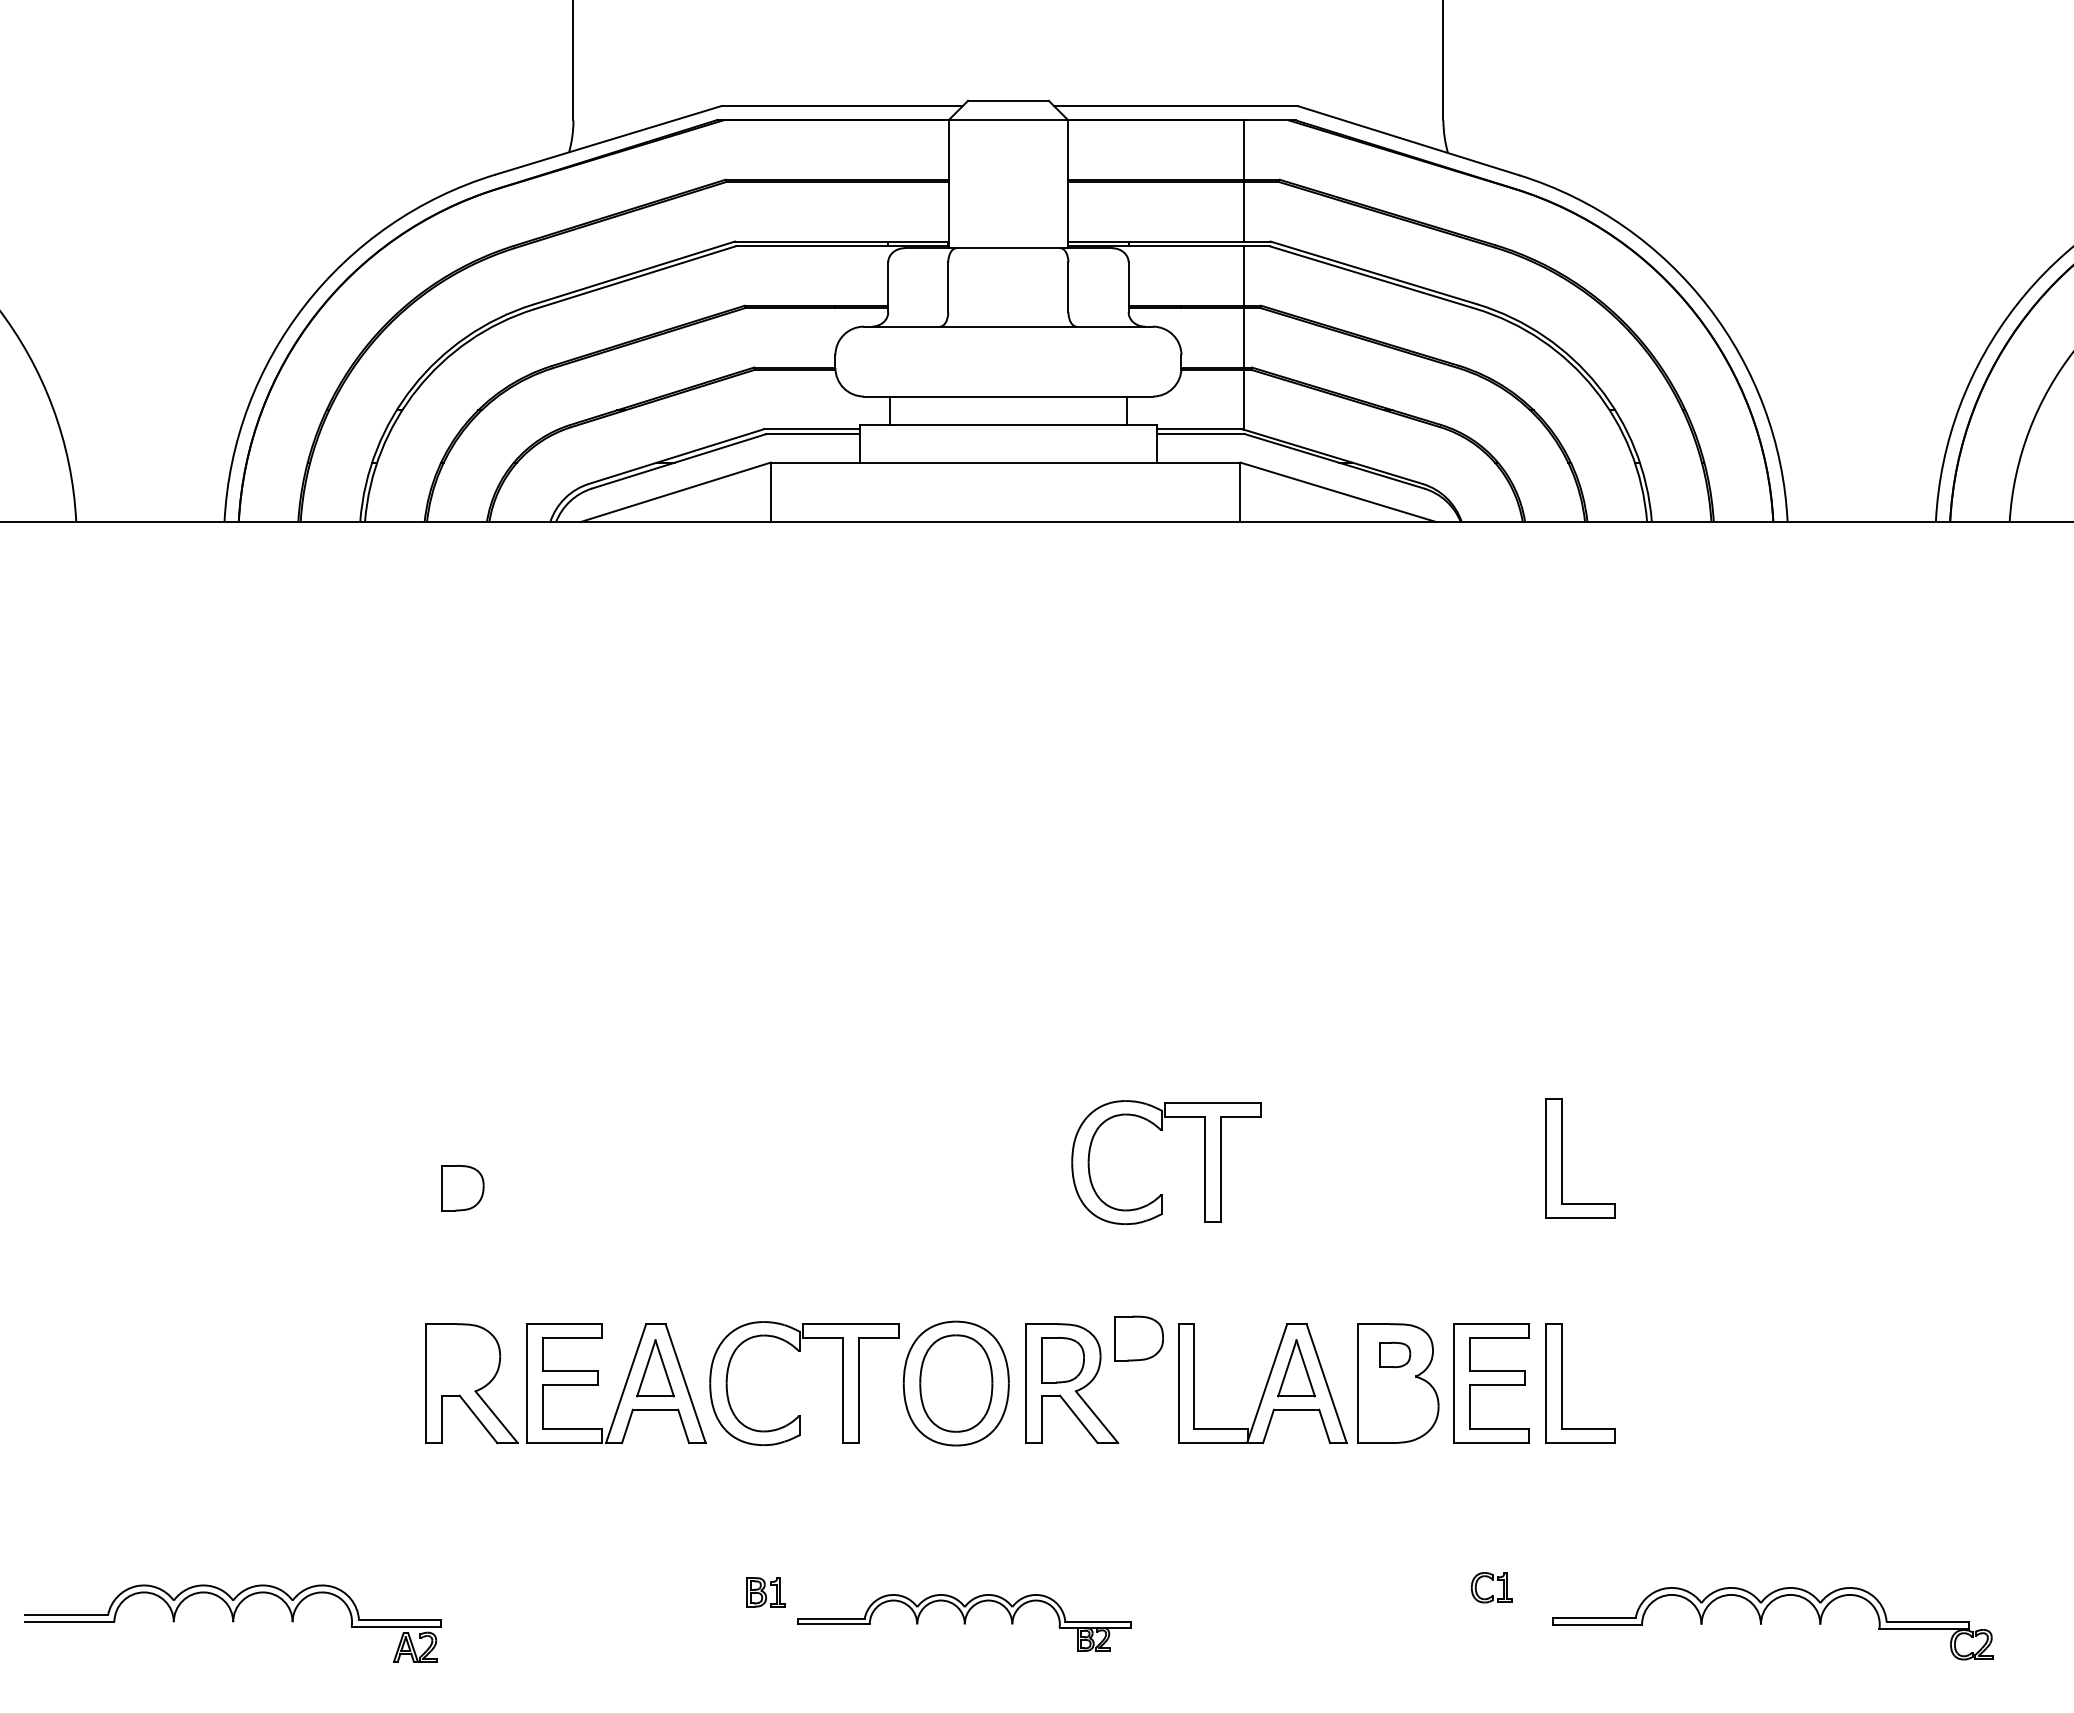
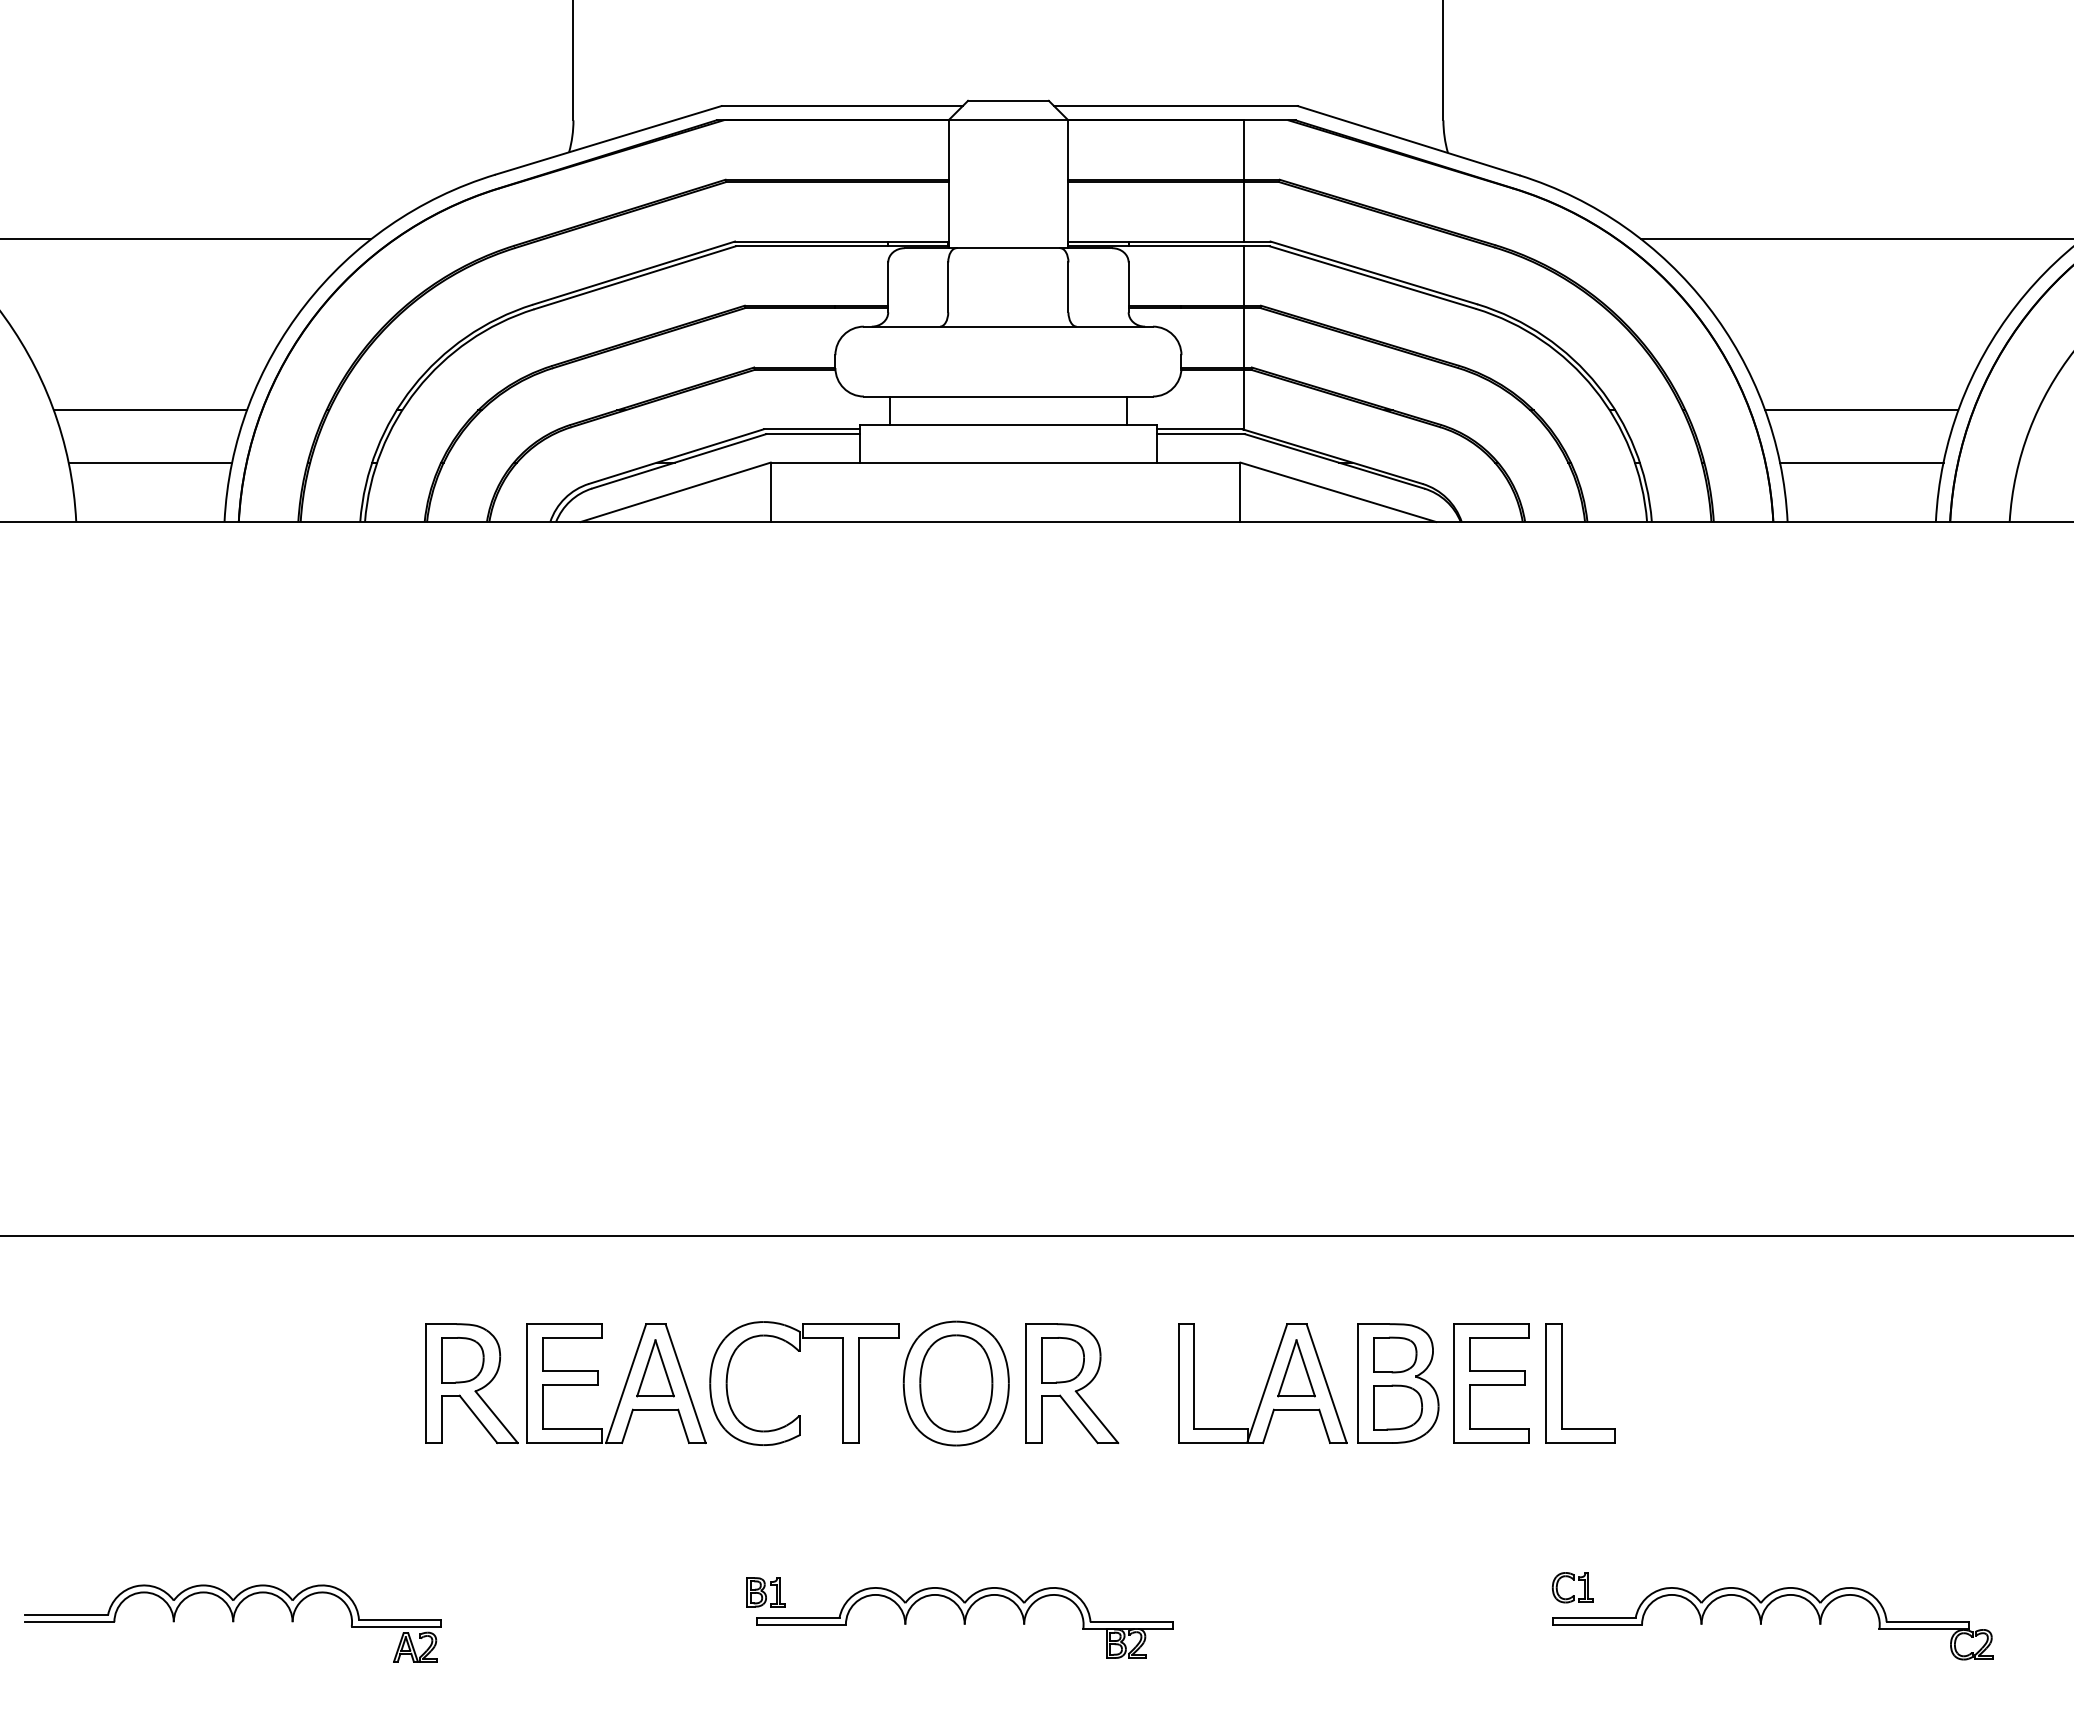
line at (186, 239): none -> present
line at (1855, 239): none -> present
line at (150, 410): none -> present
line at (1861, 410): none -> present
line at (150, 462): none -> present
line at (1861, 462): none -> present
part at (1162, 1130): present -> none
part at (1562, 1158): present -> none
part at (462, 1188) position: (462, 1188) -> (462, 1360)
line at (1036, 1235): none -> present
part at (1138, 1338) position: (1138, 1338) -> (1397, 1407)
part at (1395, 1355) size: 33x27 px -> 45x38 px
part at (1492, 1580) position: (1492, 1580) -> (1573, 1580)
part at (964, 1622) size: 335x58 px -> 418x72 px
